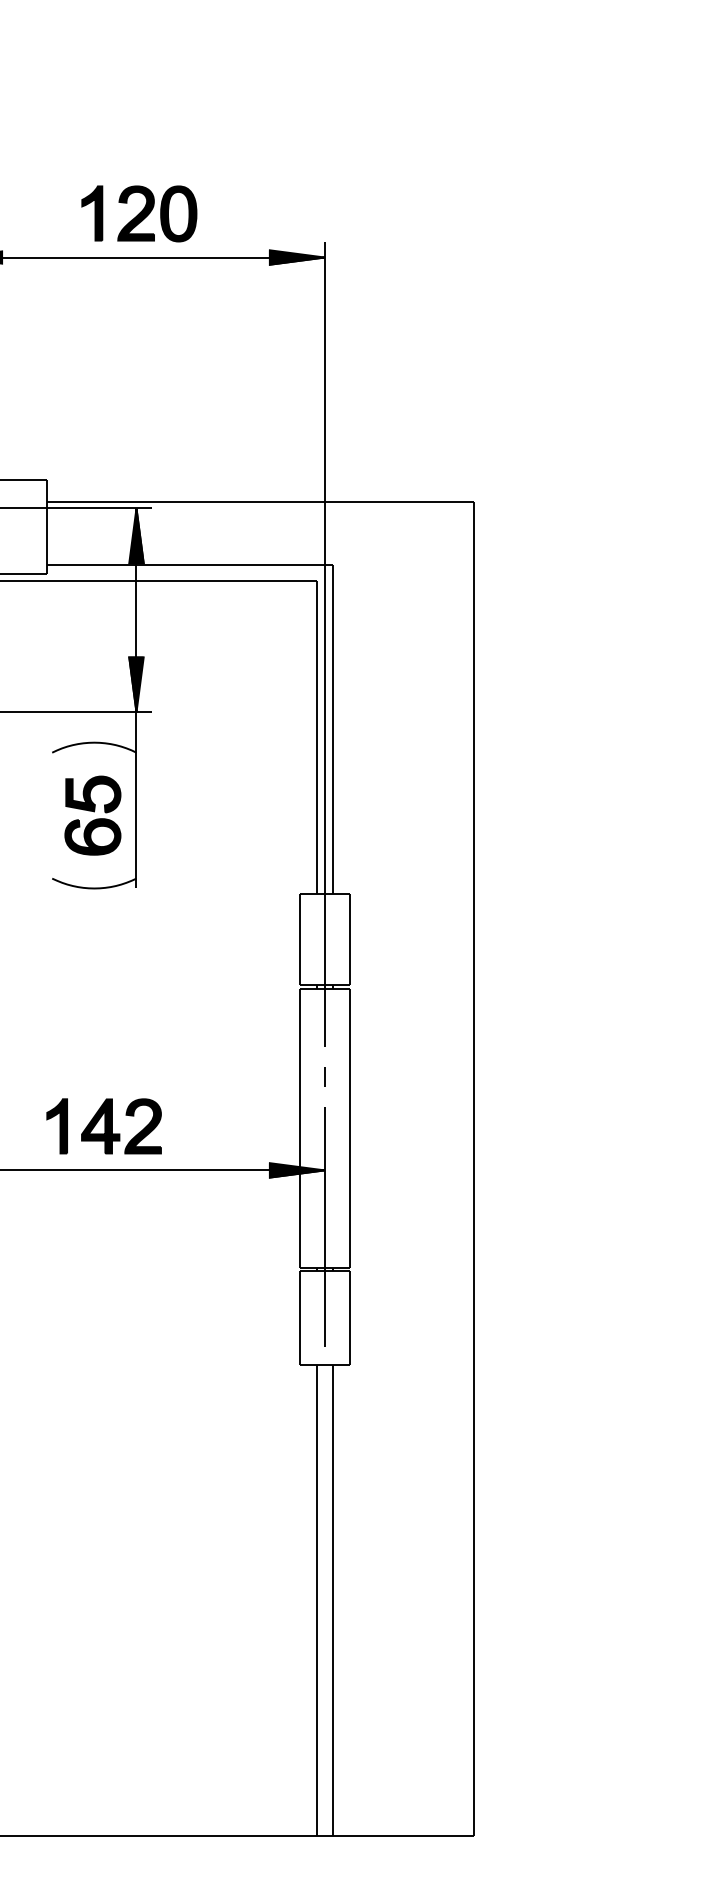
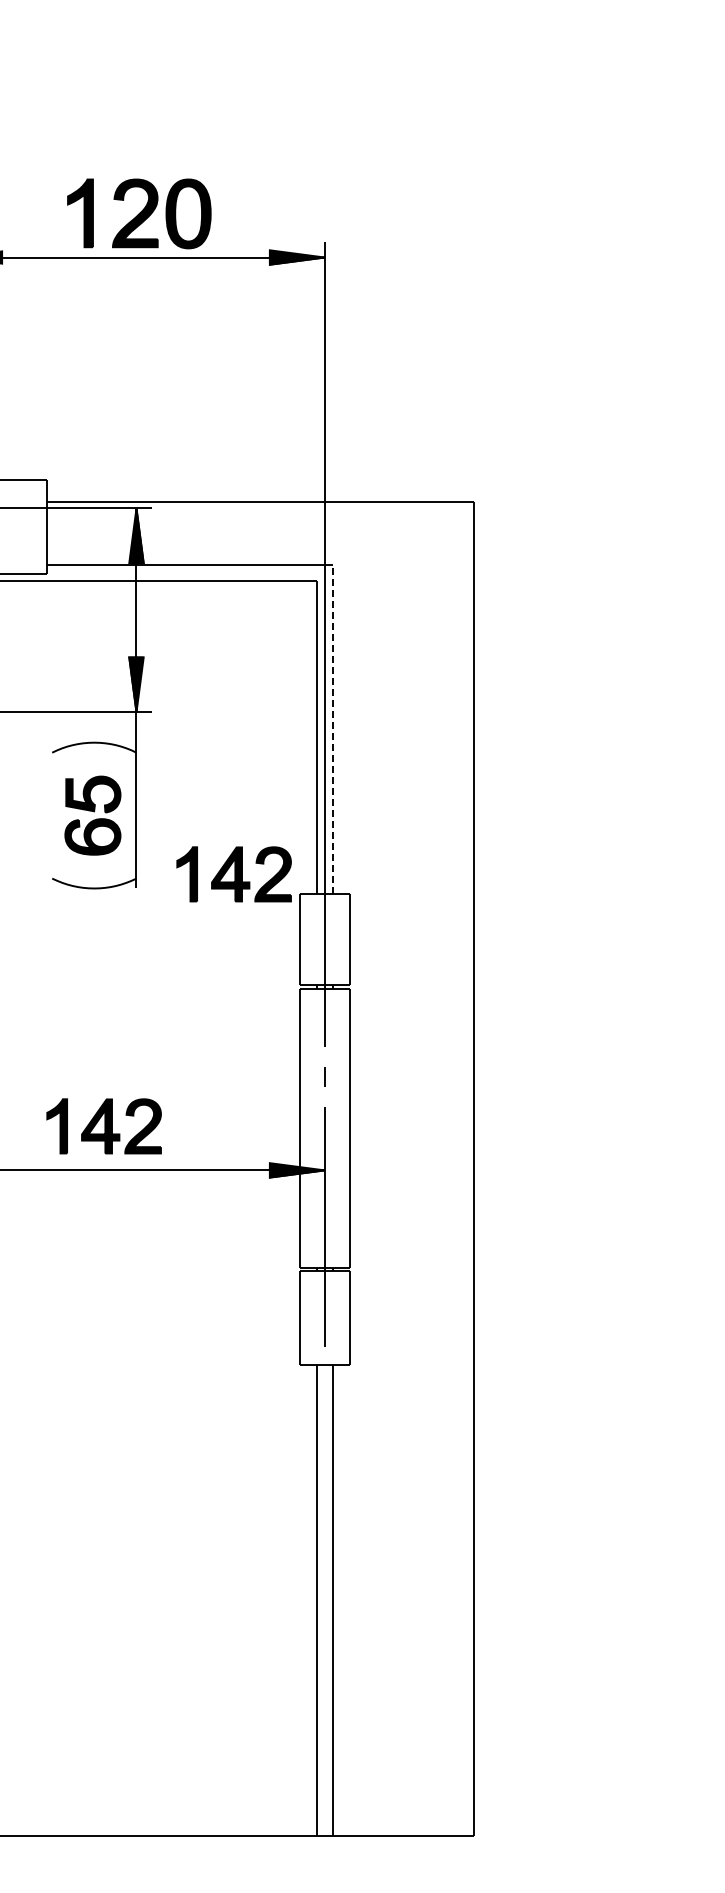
part at (139, 213) size: 117x58 px -> 145x72 px
line at (332, 729): solid -> dashed
part at (233, 874): none -> present
